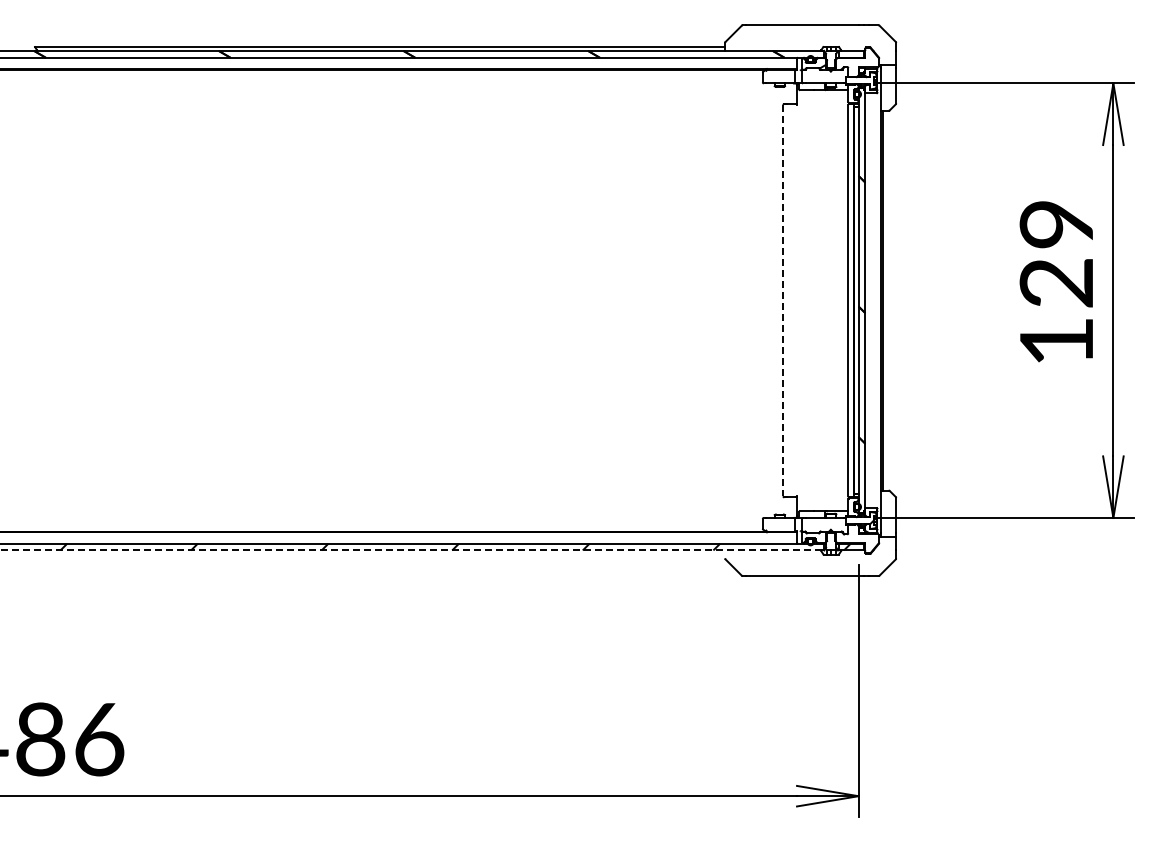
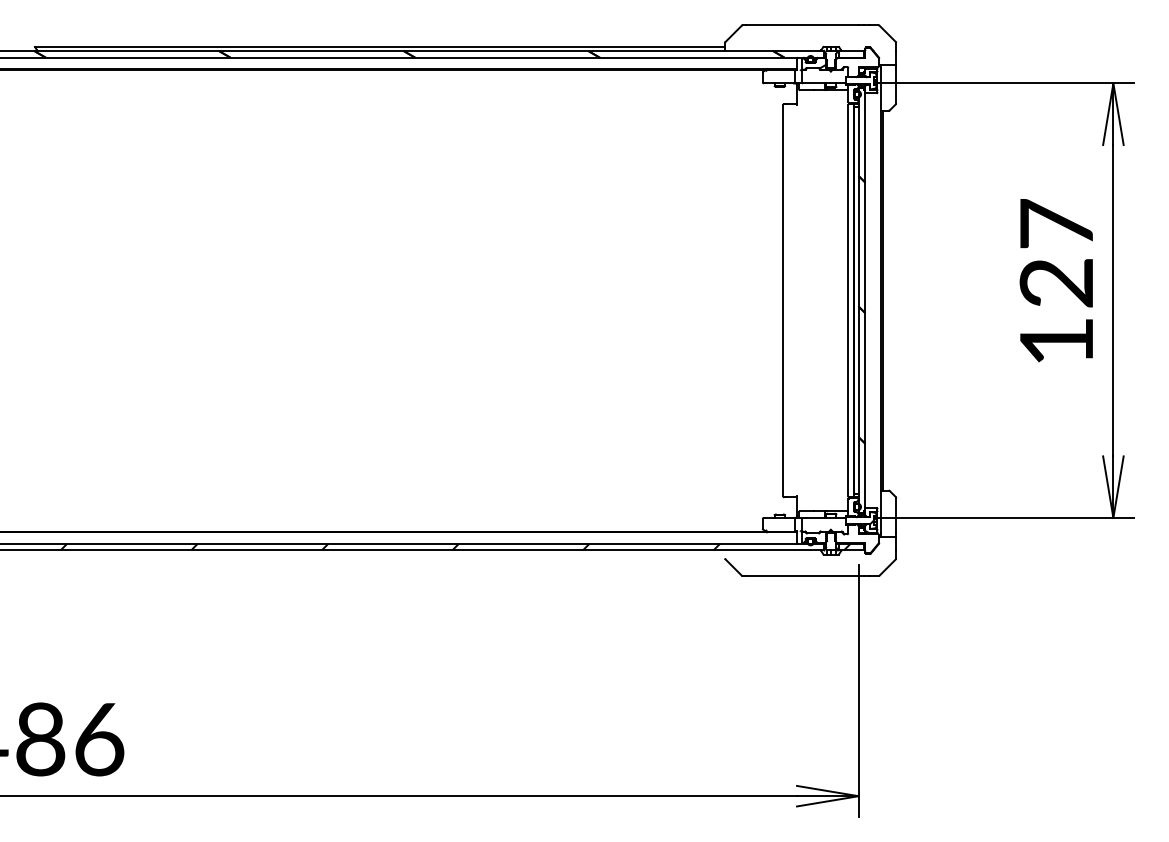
text at (1055, 223): 129 -> 127
line at (783, 300): dashed -> solid
line at (412, 550): dashed -> solid
